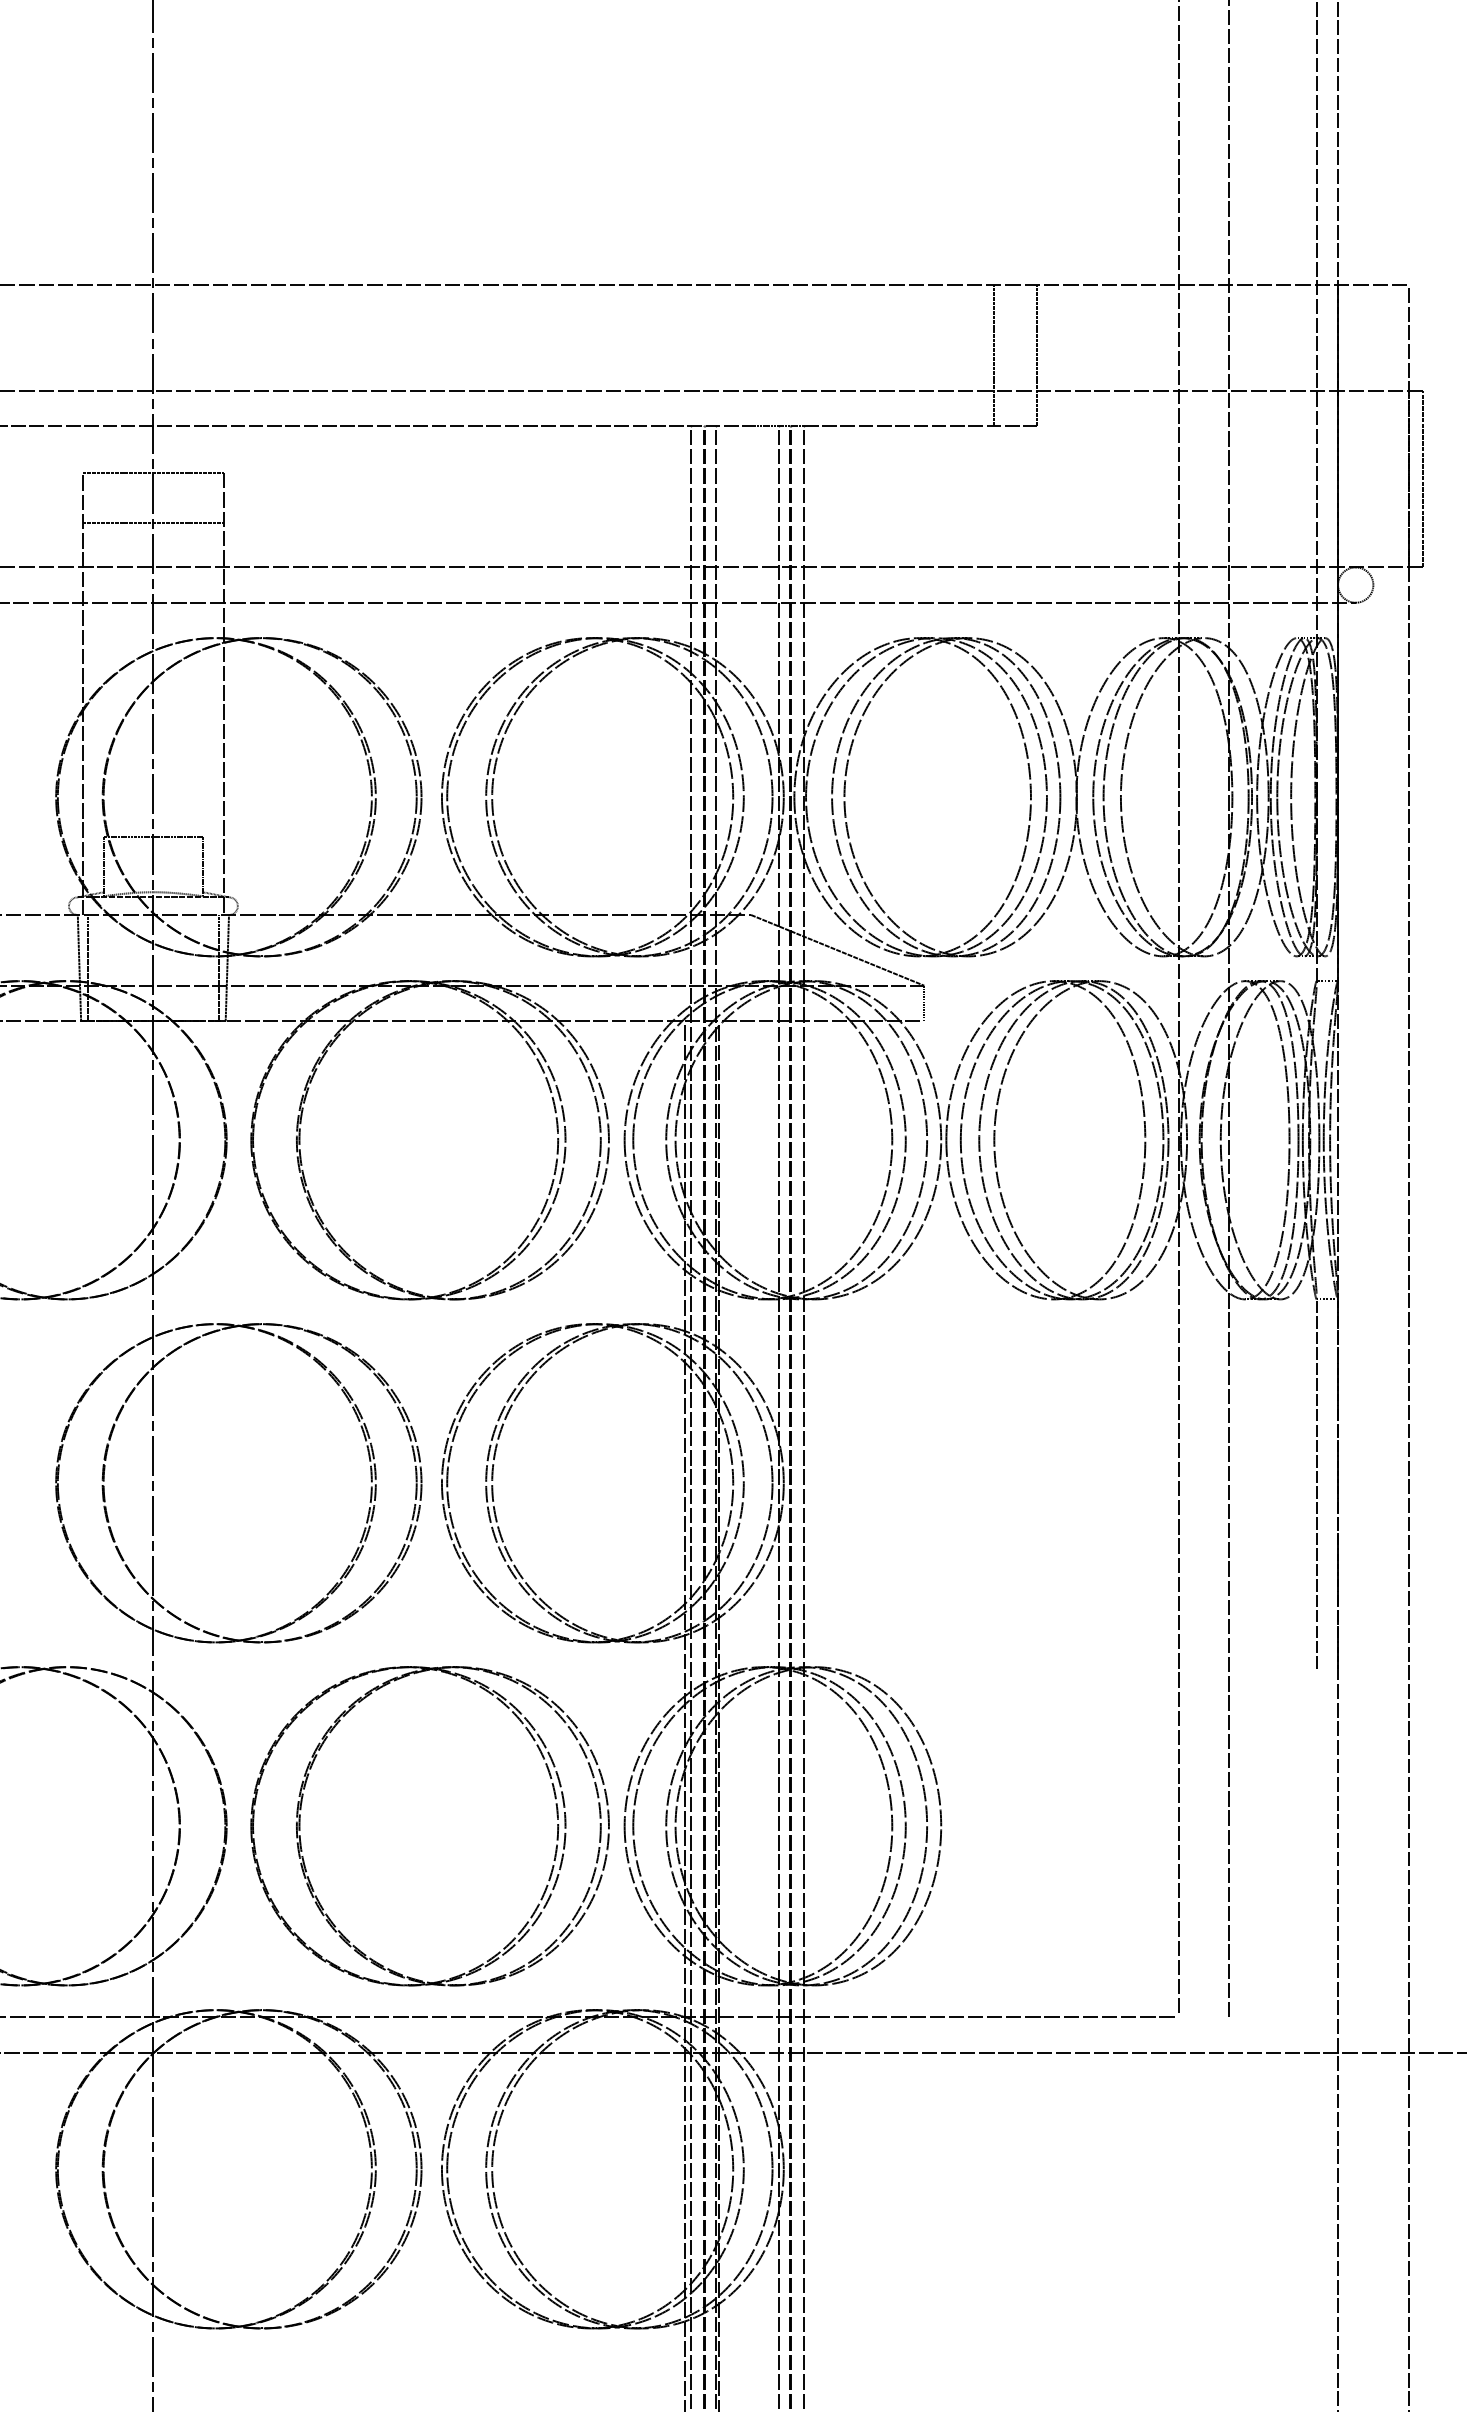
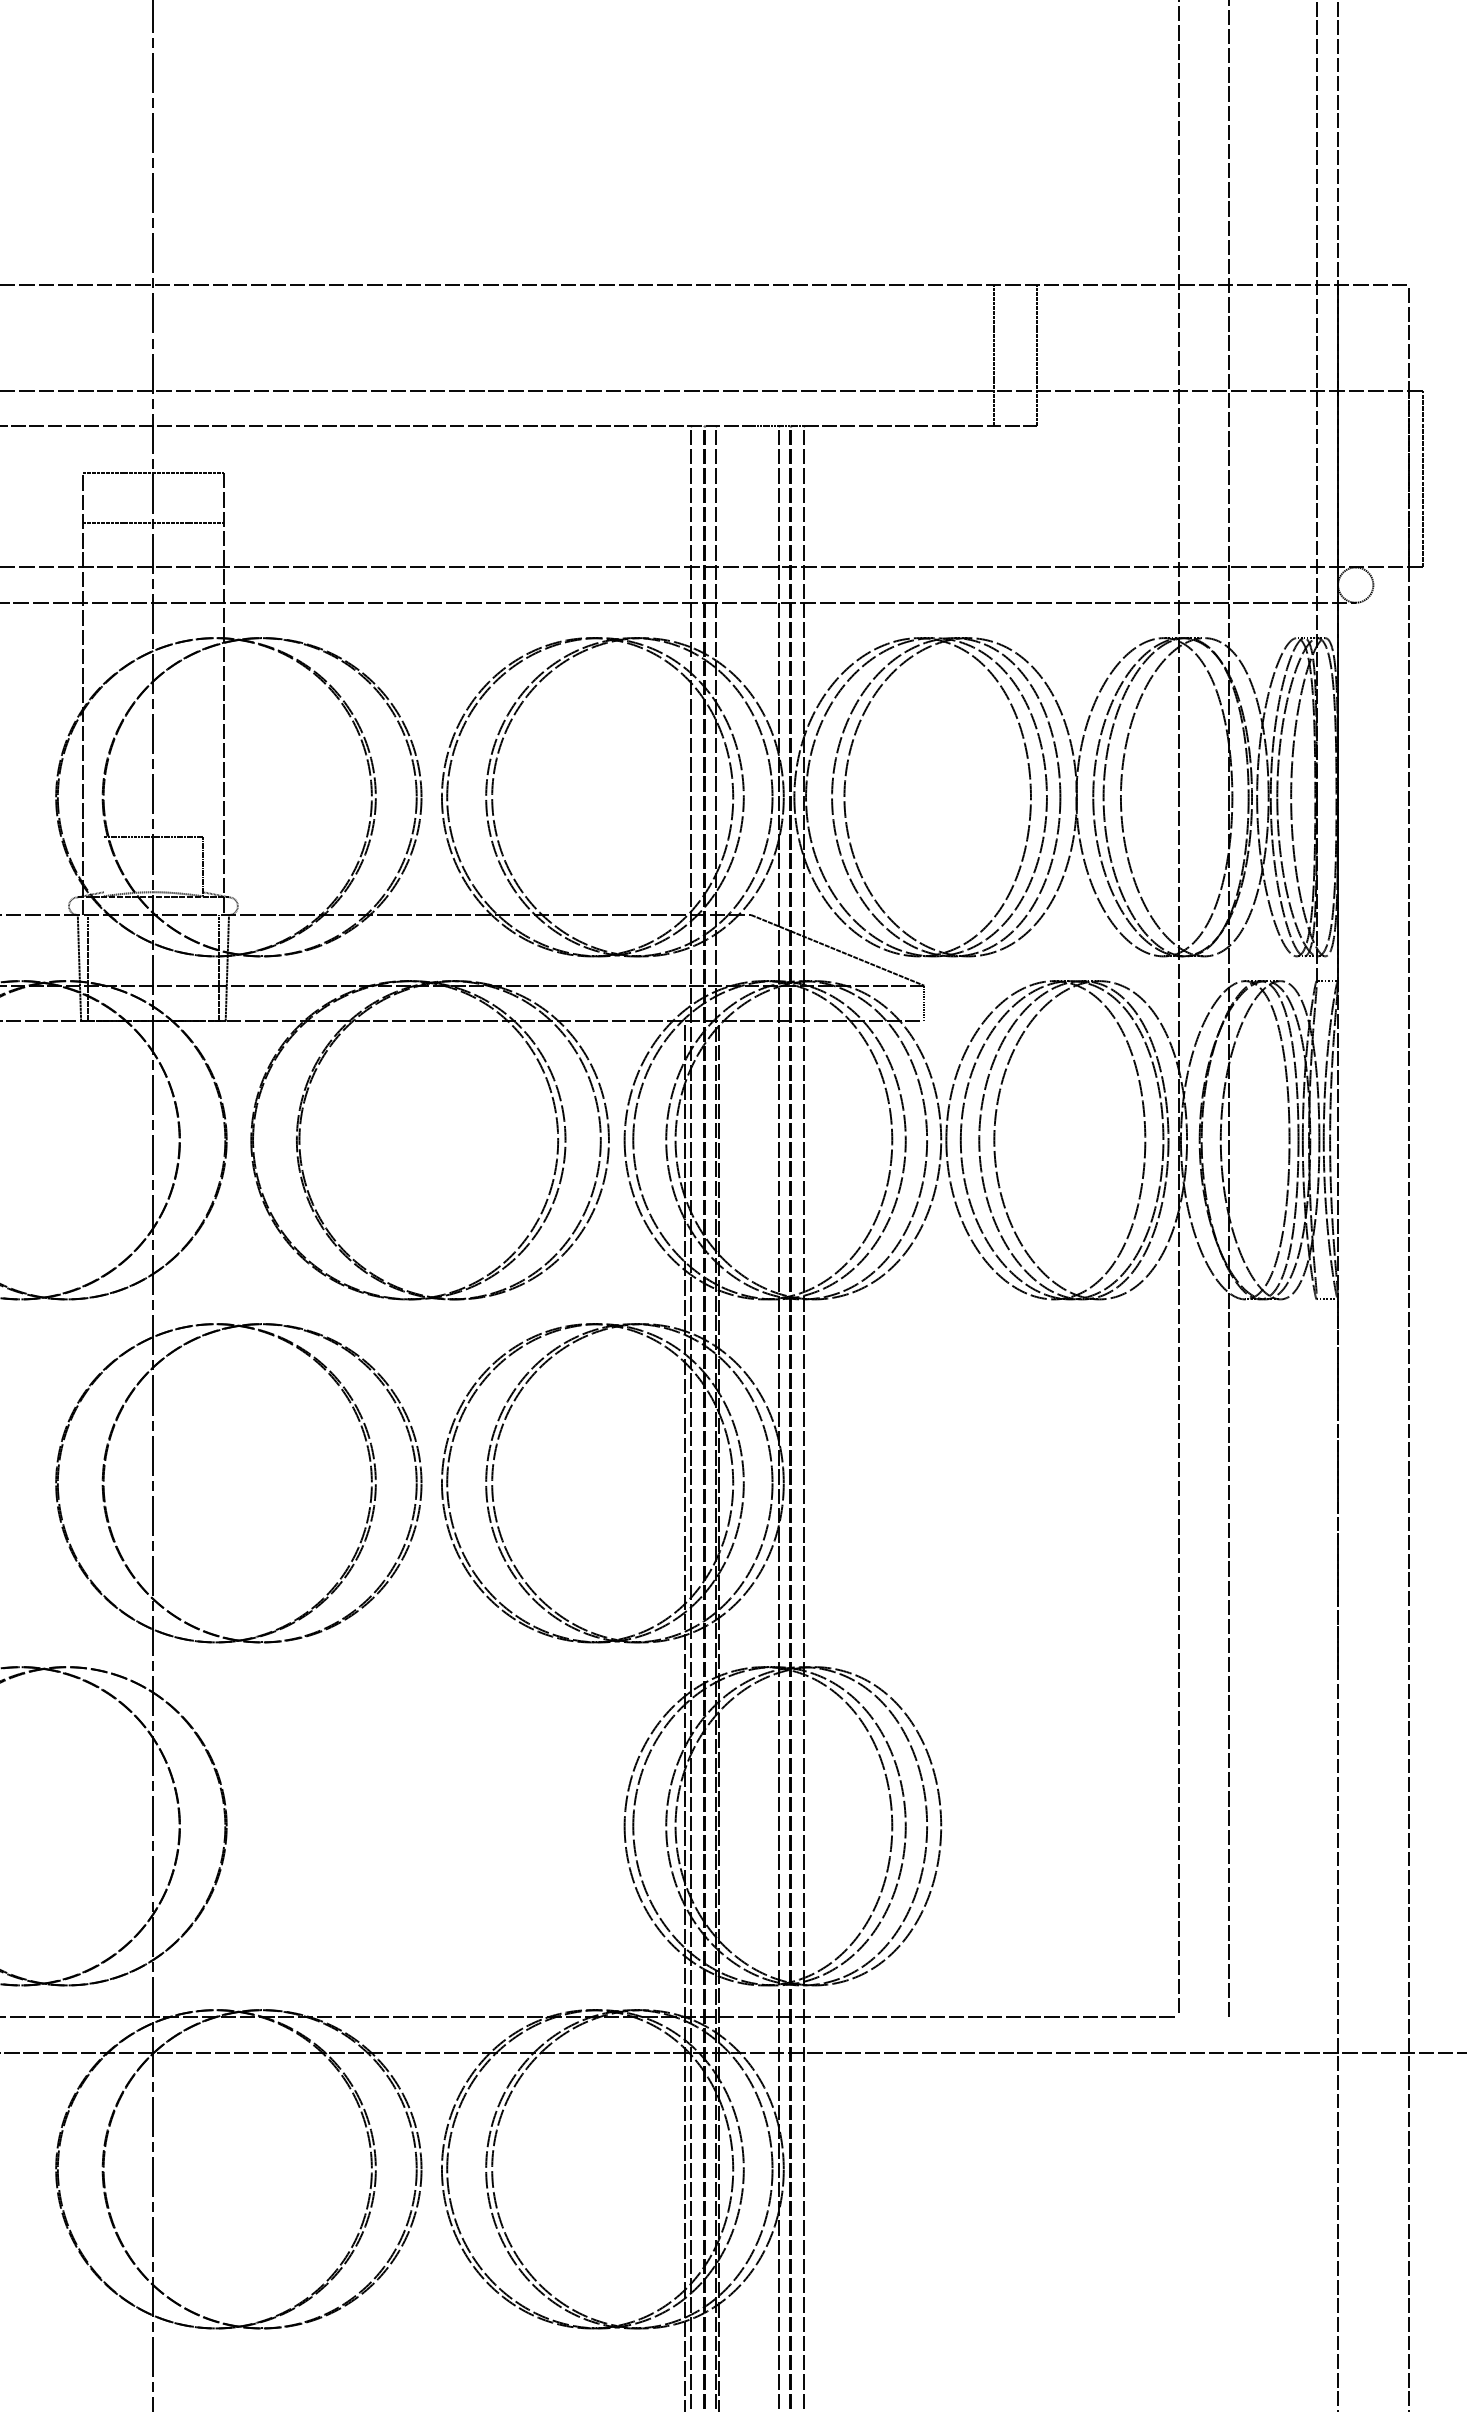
line at (103, 866): present -> none
line at (1316, 1482): present -> none
part at (556, 1815): present -> none
